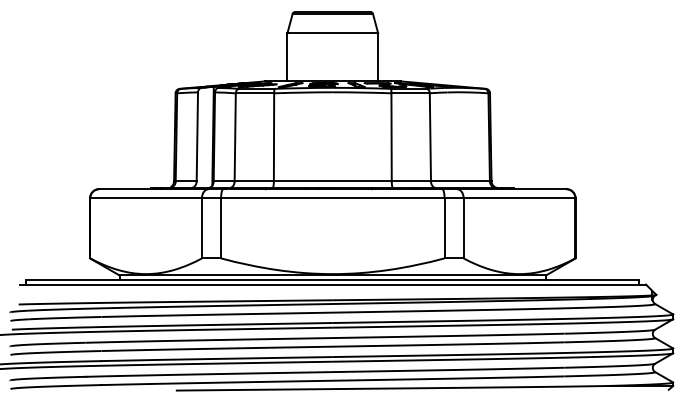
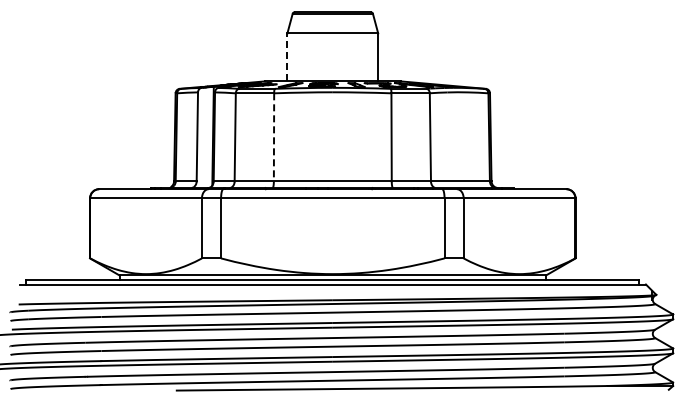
line at (287, 56): solid -> dashed
line at (274, 137): solid -> dashed
